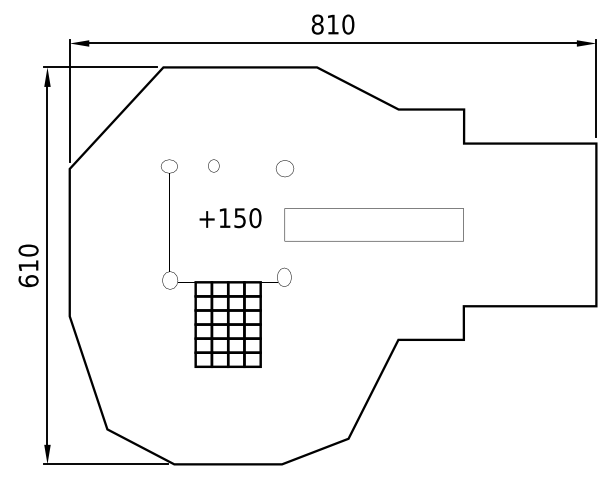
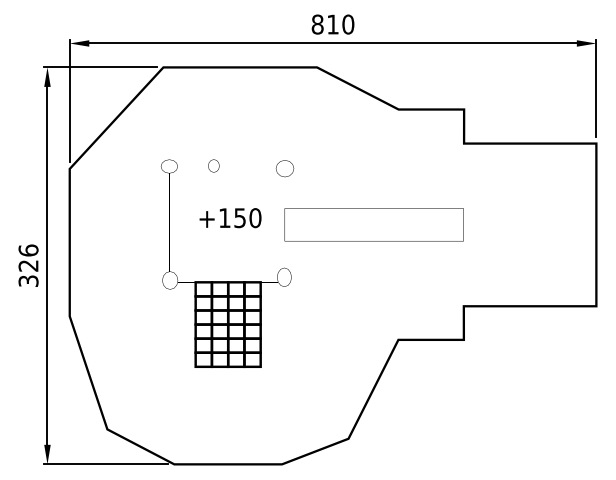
text at (28, 265): 610 -> 326
